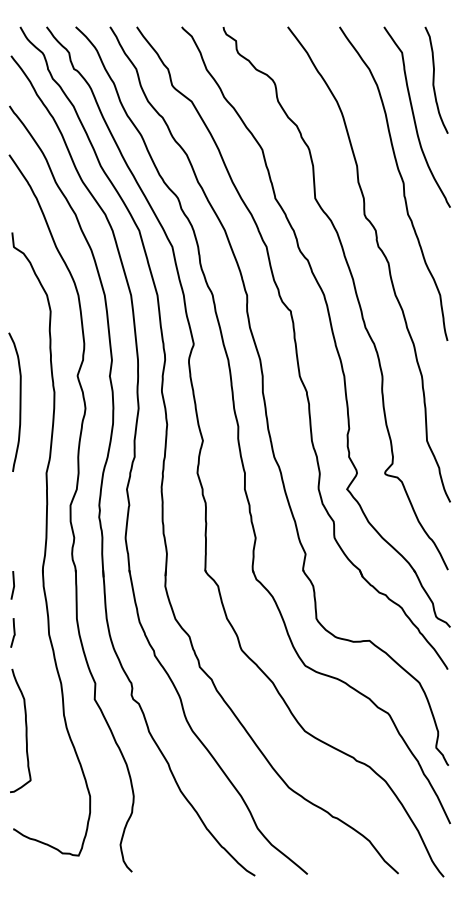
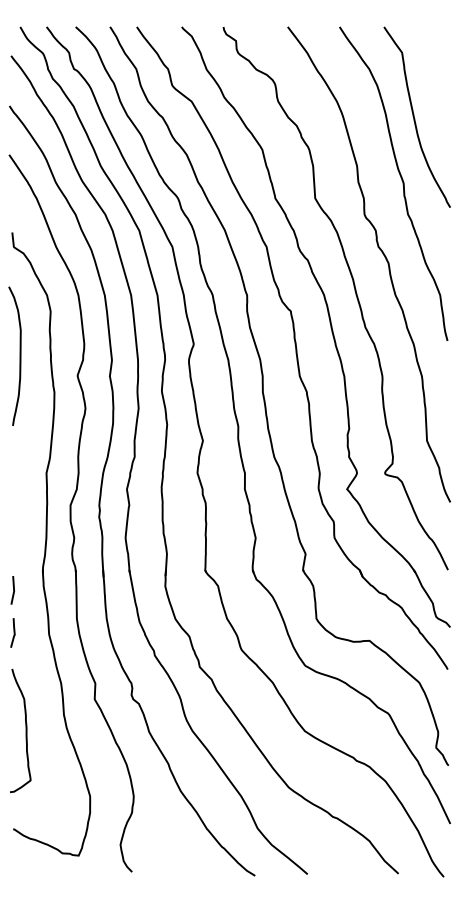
curve at (434, 79): present -> none
curve at (19, 401) position: (19, 401) -> (19, 355)
curve at (13, 585) position: (13, 585) -> (13, 590)
